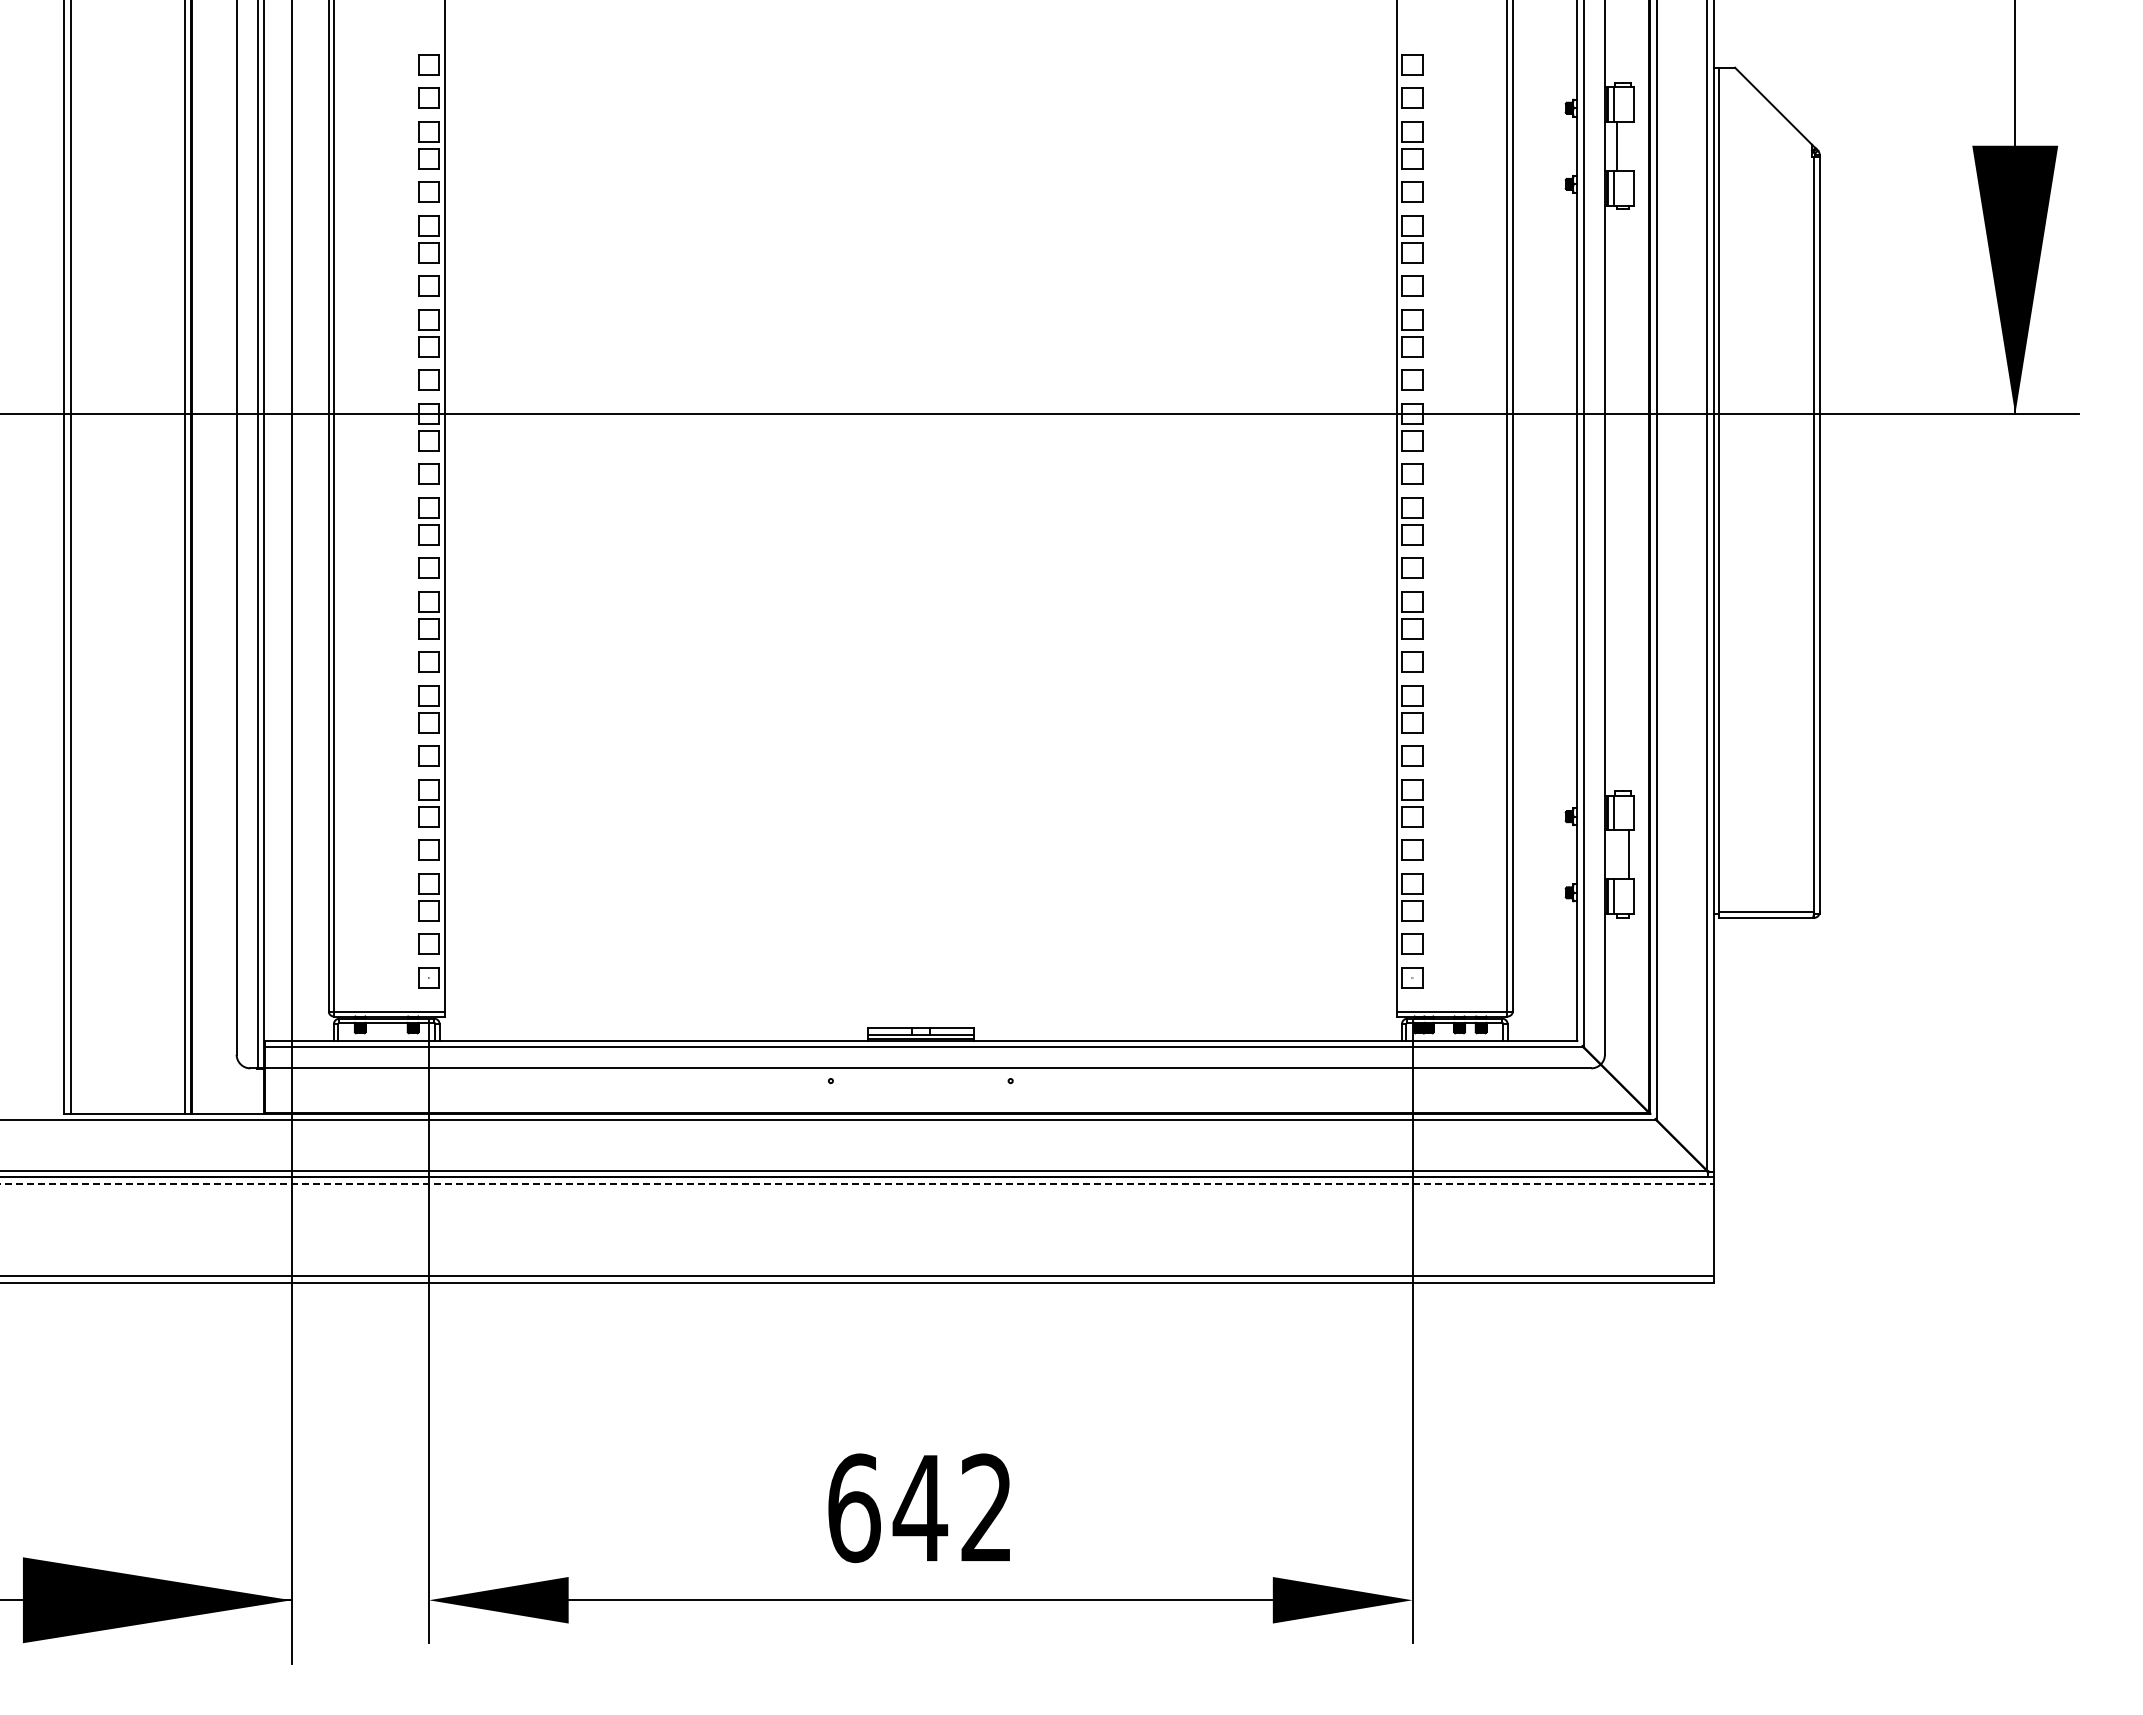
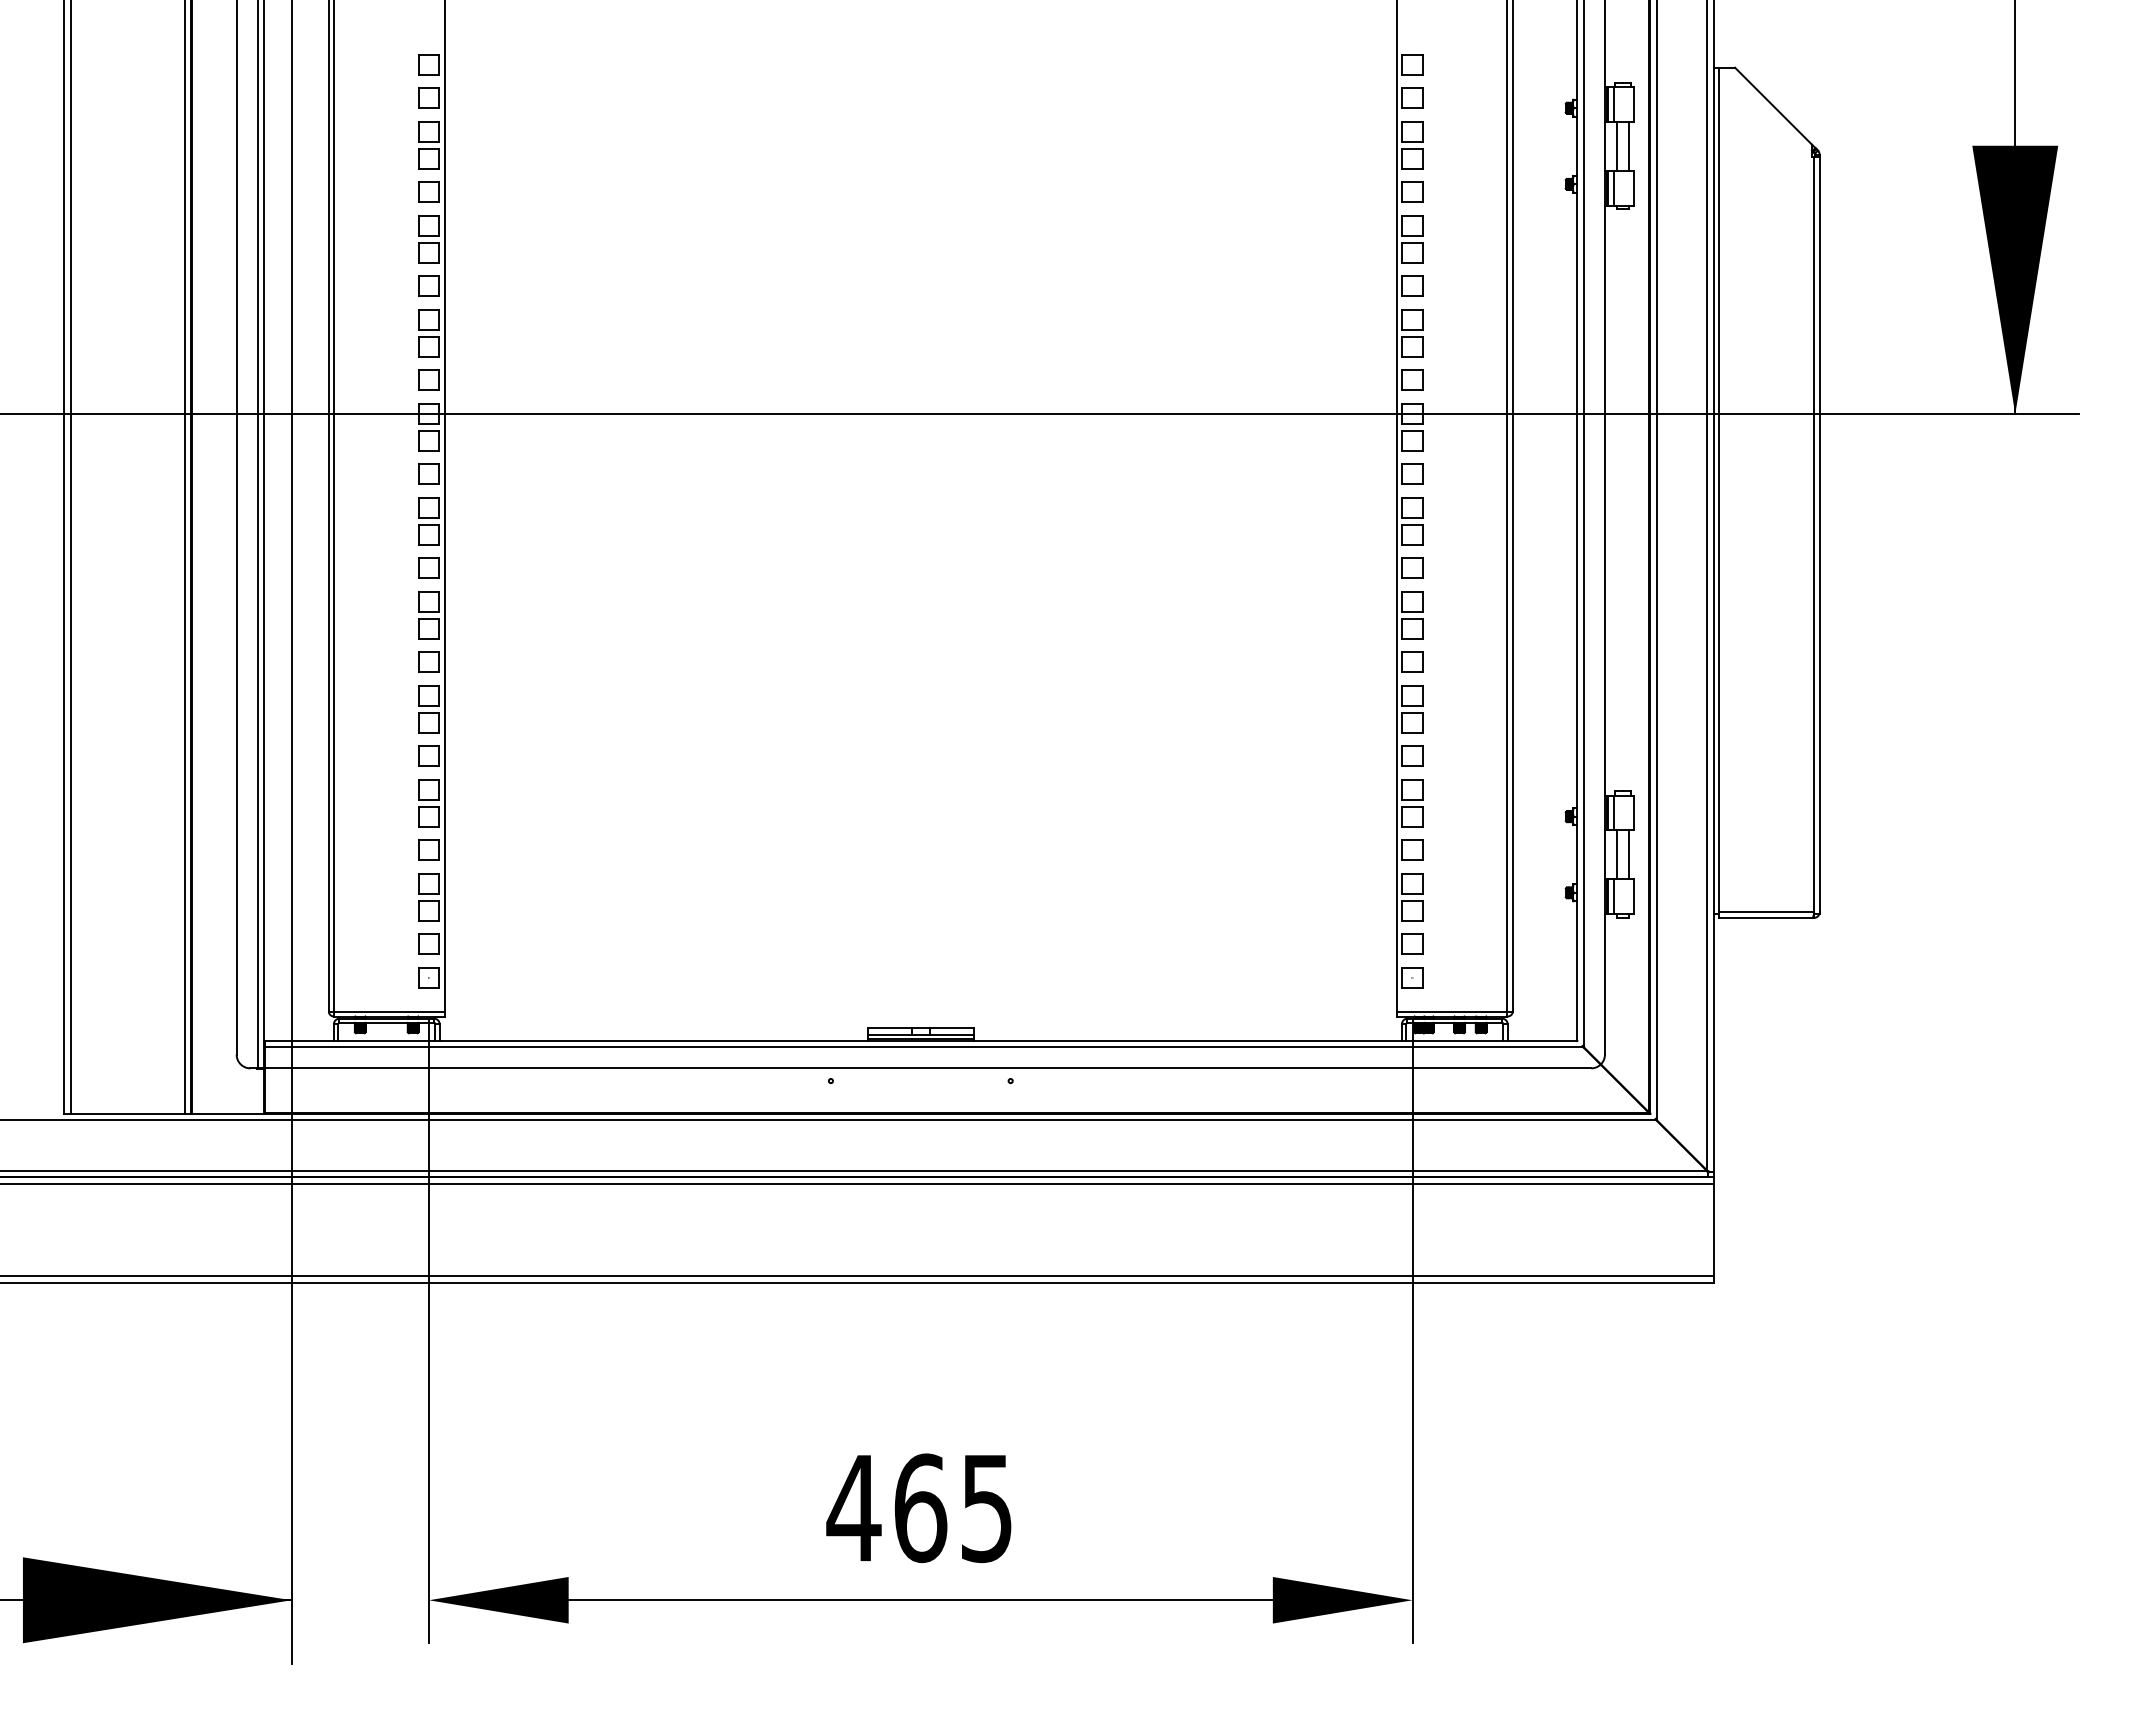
line at (1629, 145): none -> present
line at (1616, 854): none -> present
line at (857, 1183): dashed -> solid
text at (918, 1508): 642 -> 465
